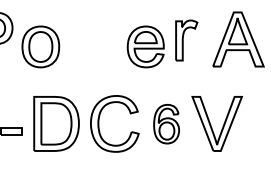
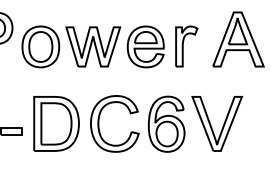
part at (186, 40) position: (186, 40) -> (186, 46)
part at (93, 46): none -> present
part at (166, 124) size: 27x41 px -> 39x58 px
